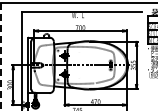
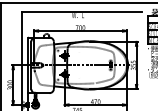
line at (0, 56): dashed -> solid
